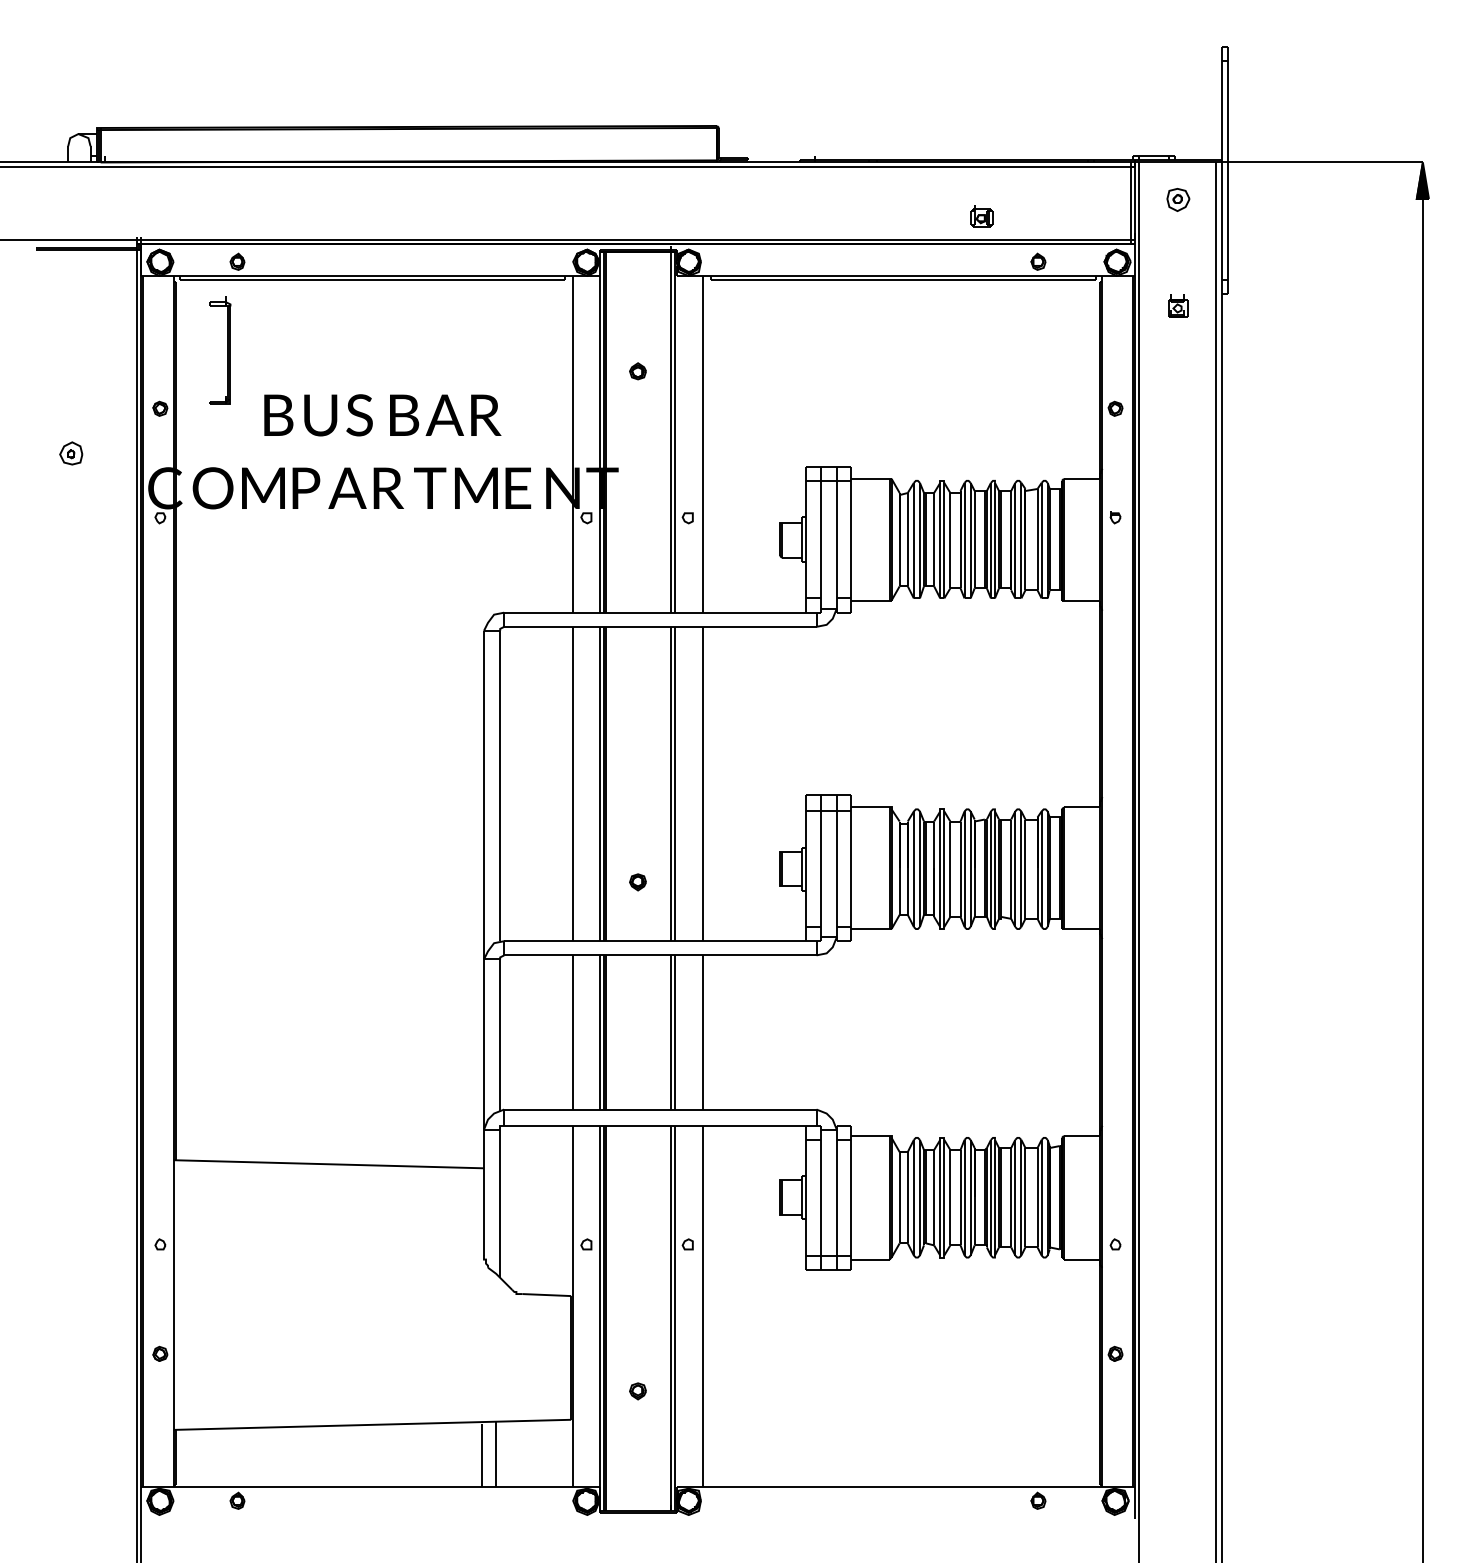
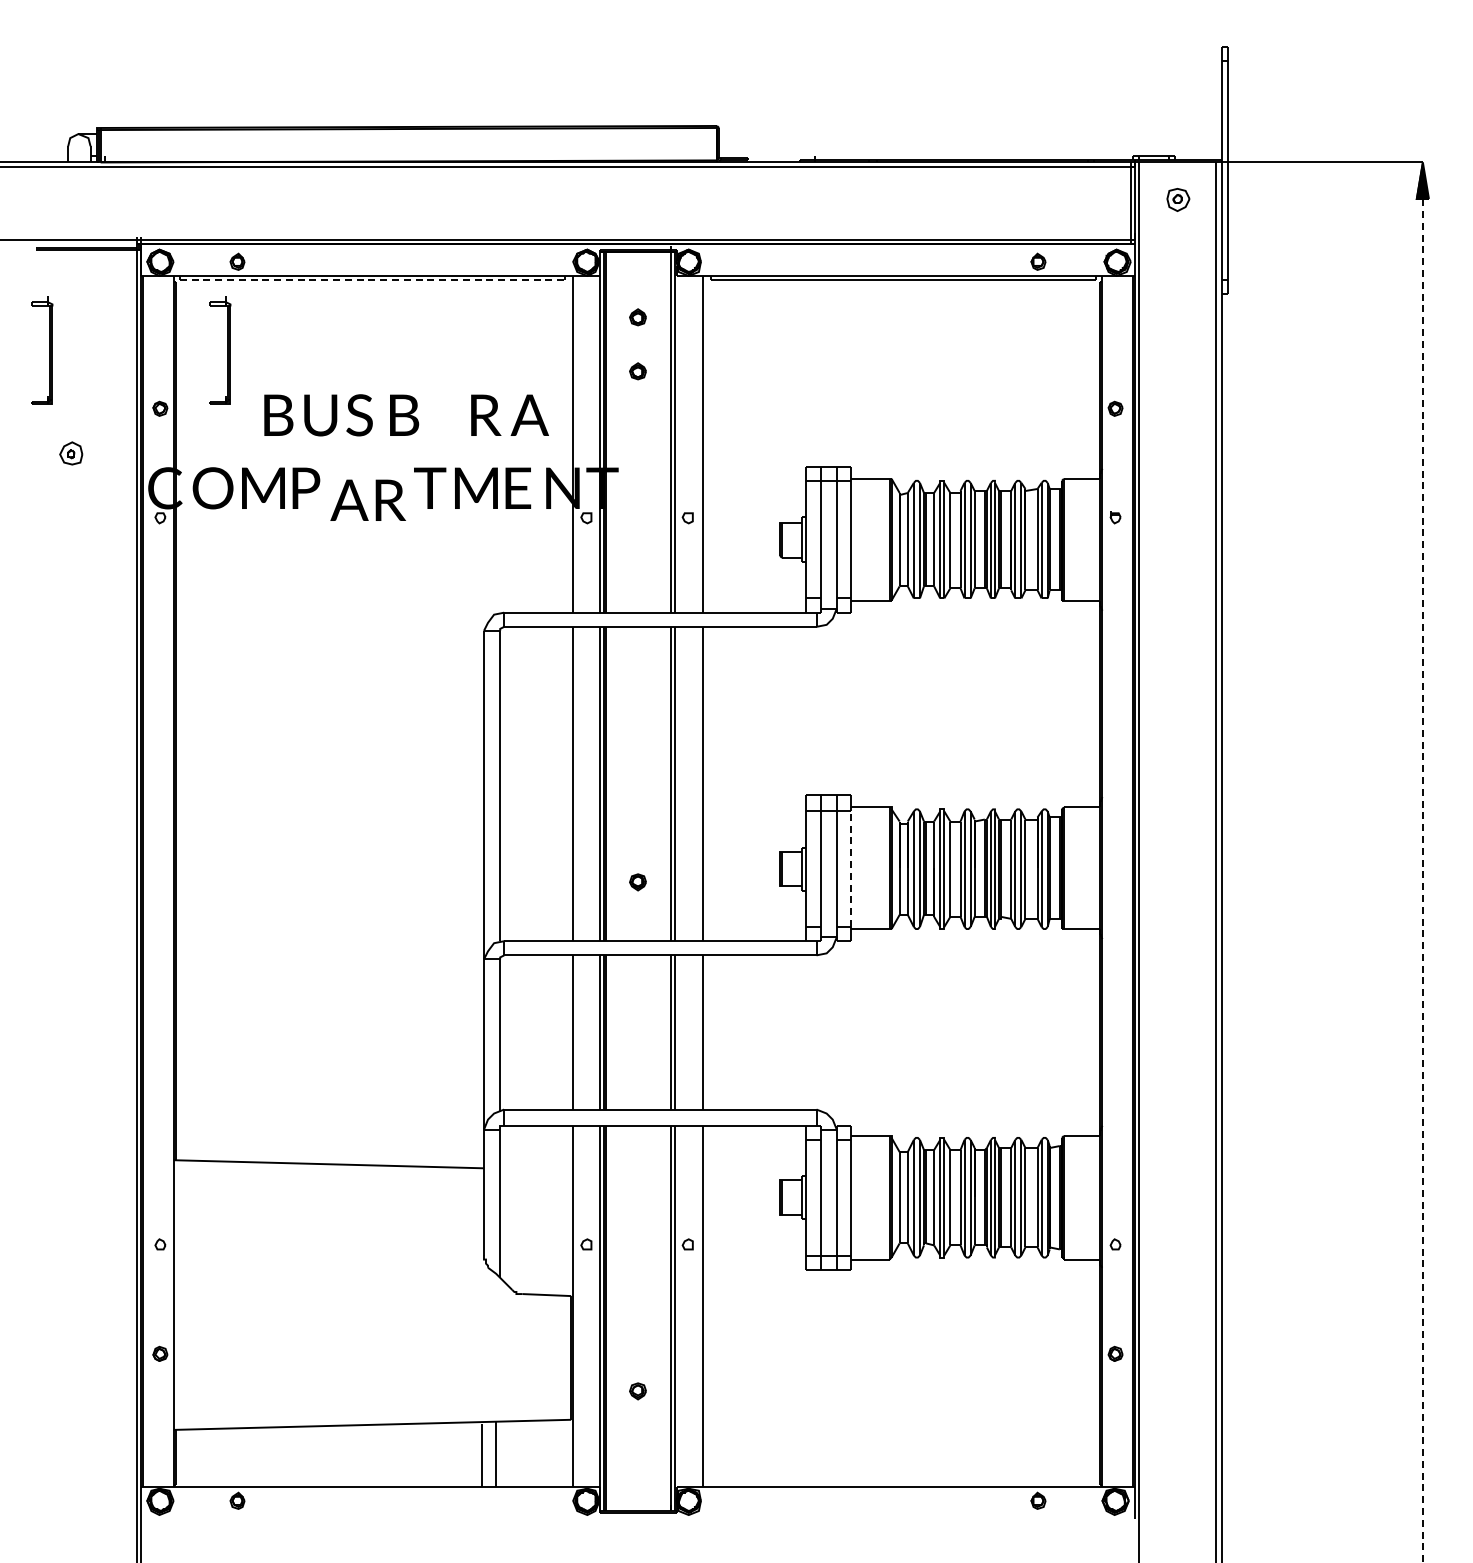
part at (981, 216): present -> none
line at (372, 280): solid -> dashed
part at (1178, 305): present -> none
part at (637, 317): none -> present
part at (49, 350): none -> present
text at (444, 414) position: (444, 414) -> (529, 414)
text at (365, 487) position: (365, 487) -> (367, 499)
line at (851, 869): solid -> dashed
line at (1422, 880): solid -> dashed
